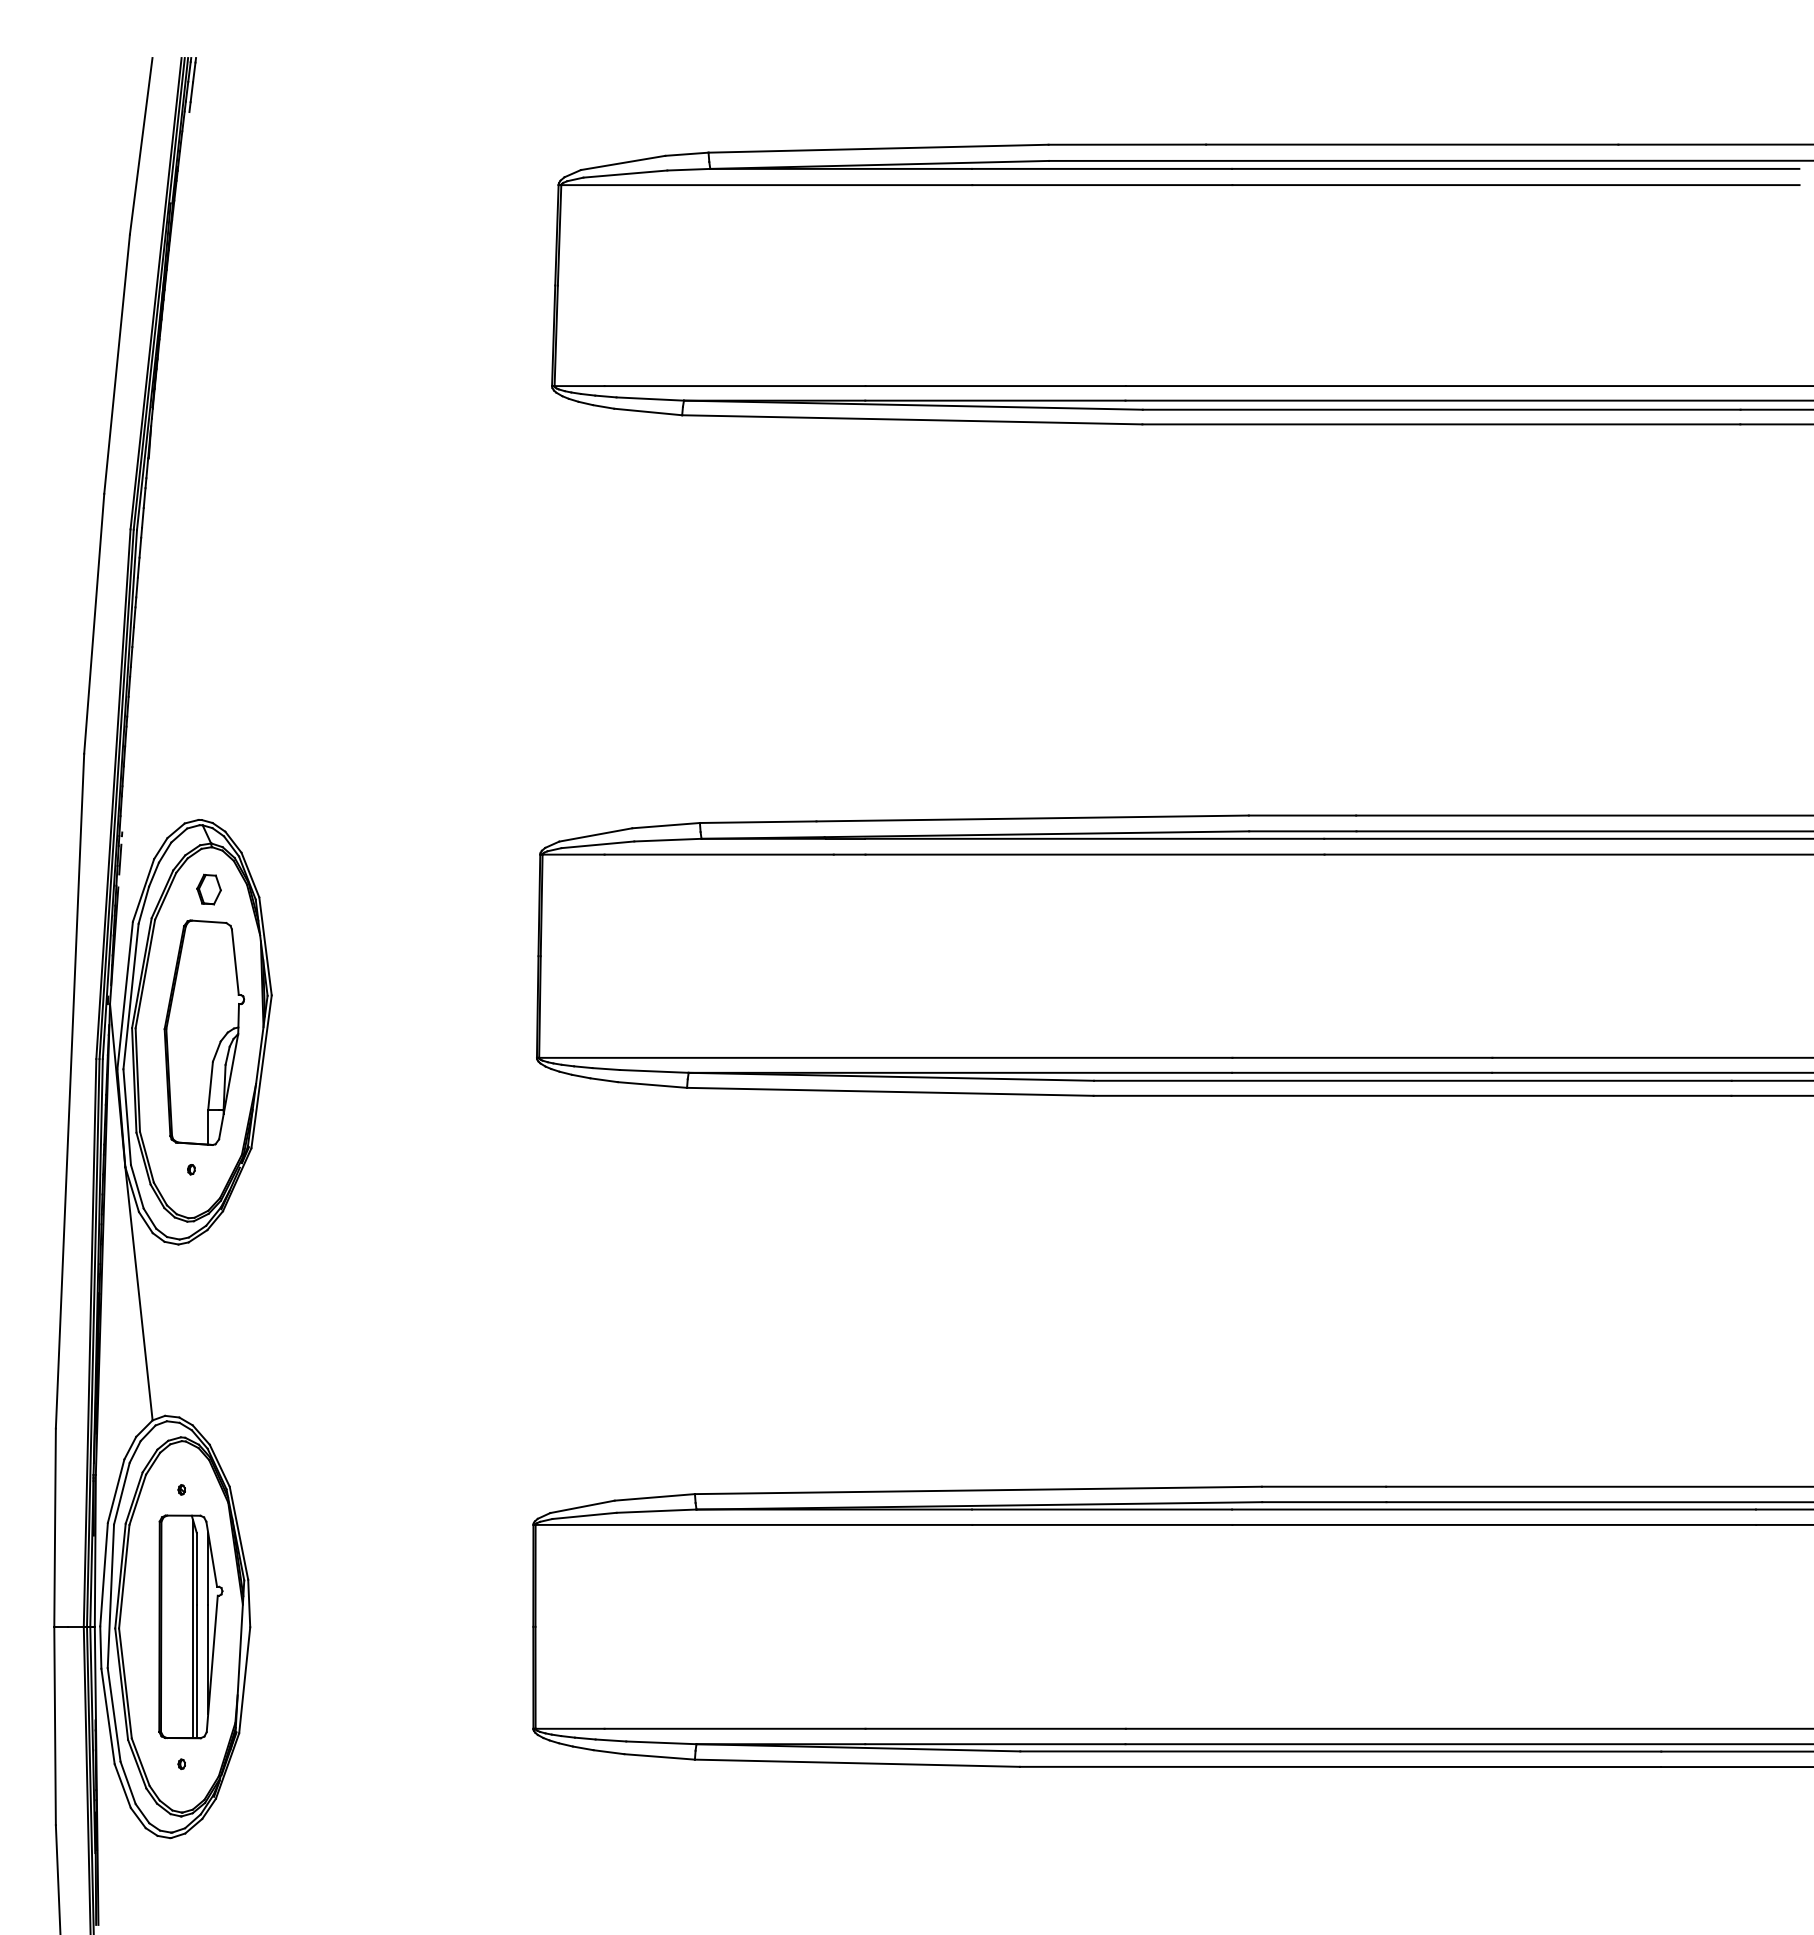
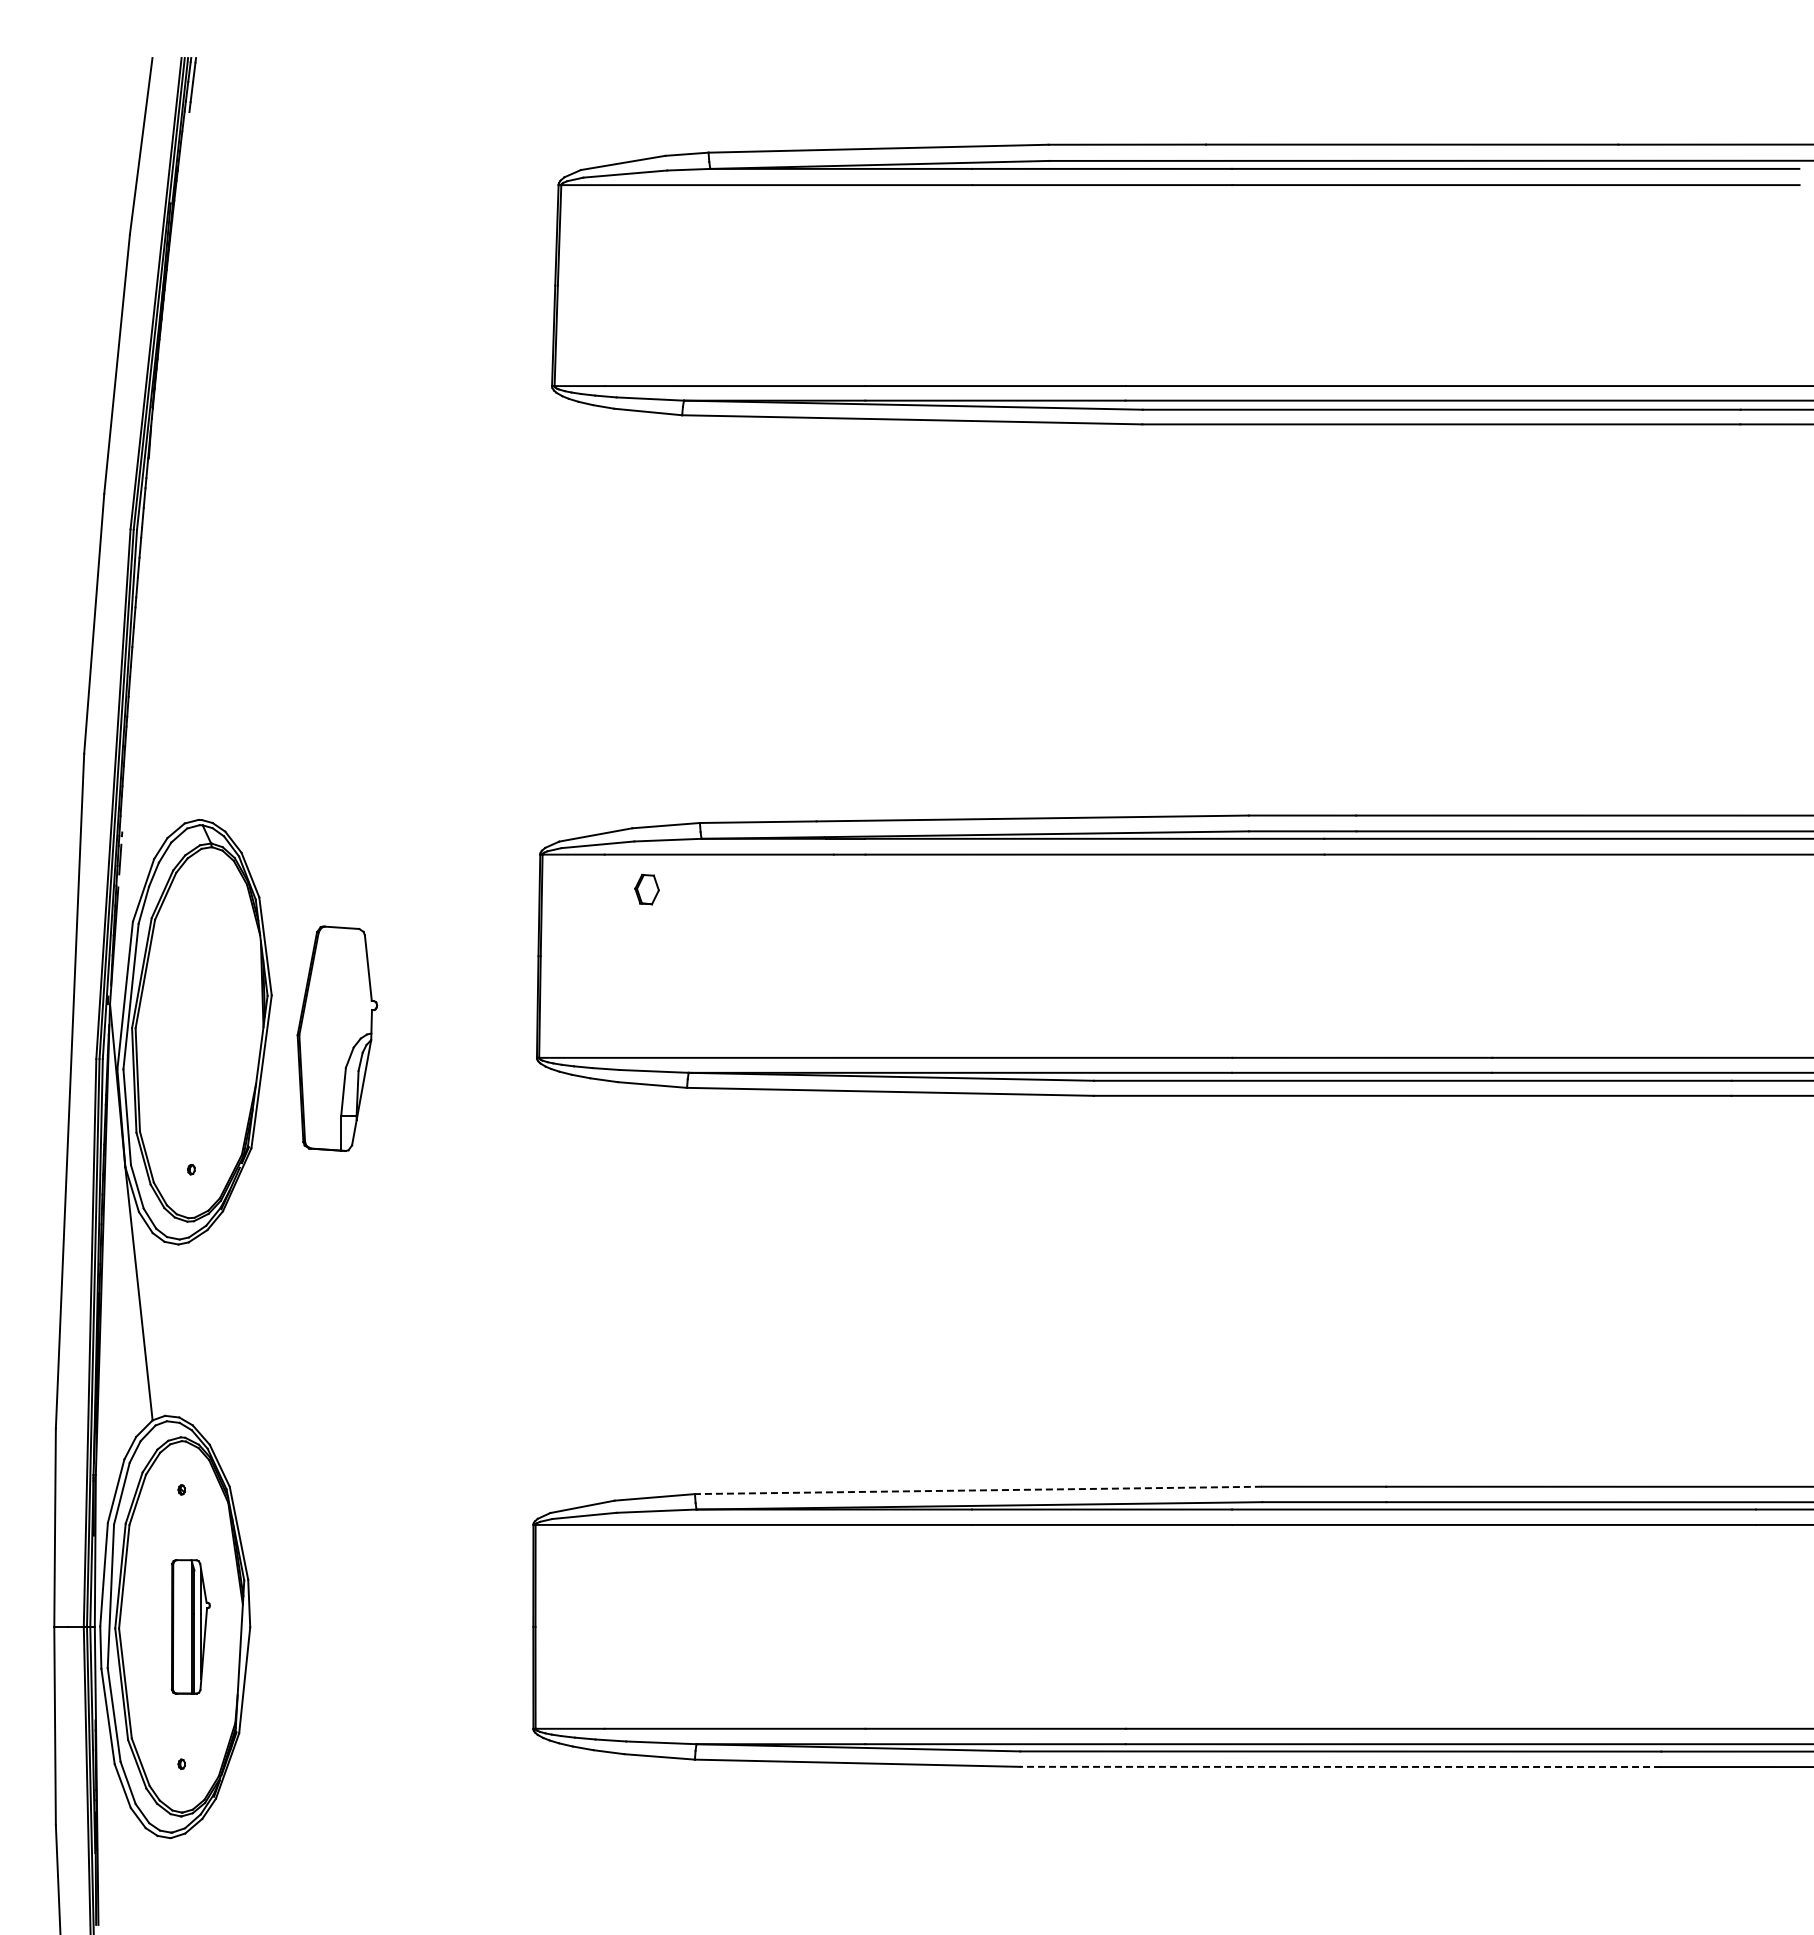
part at (208, 889) position: (208, 889) -> (646, 889)
part at (204, 1032) position: (204, 1032) -> (337, 1038)
line at (977, 1490): solid -> dashed
part at (190, 1626) size: 66x226 px -> 40x136 px
line at (1340, 1766): solid -> dashed
